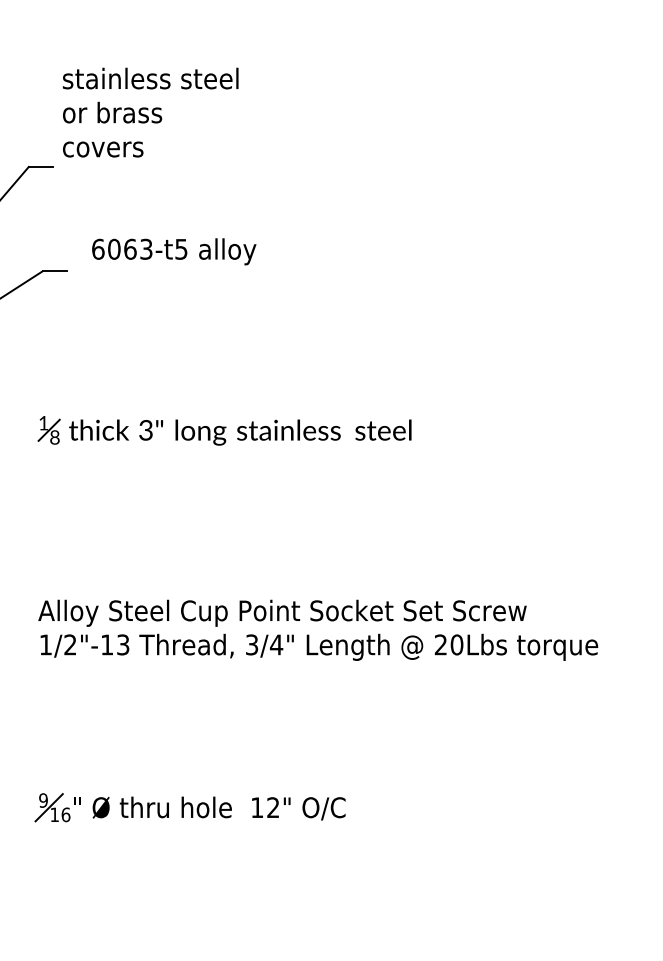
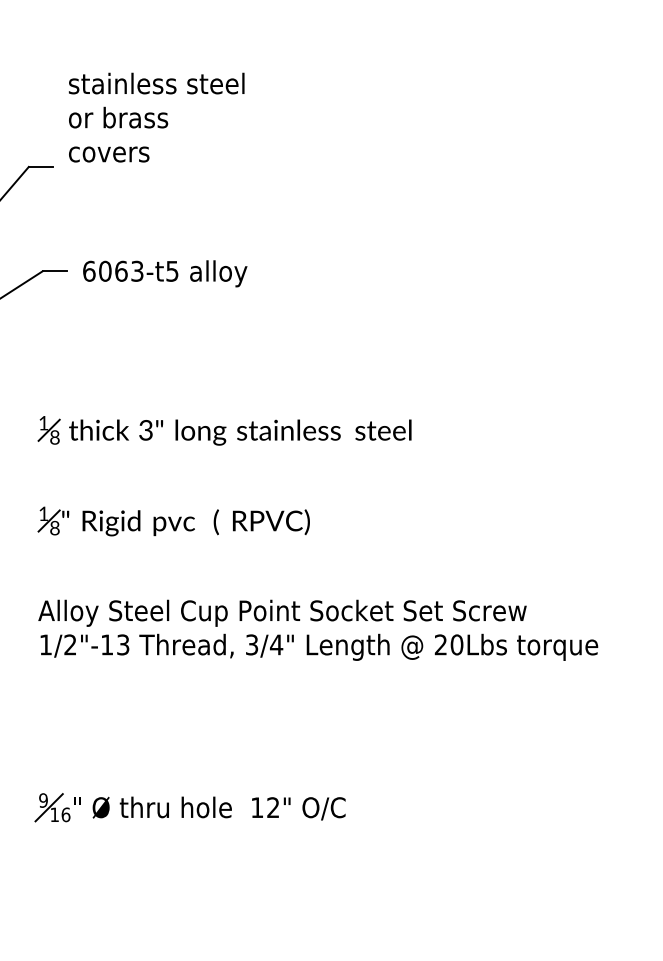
text at (150, 112) position: (150, 112) -> (156, 117)
text at (174, 251) position: (174, 251) -> (165, 273)
part at (173, 521): none -> present
